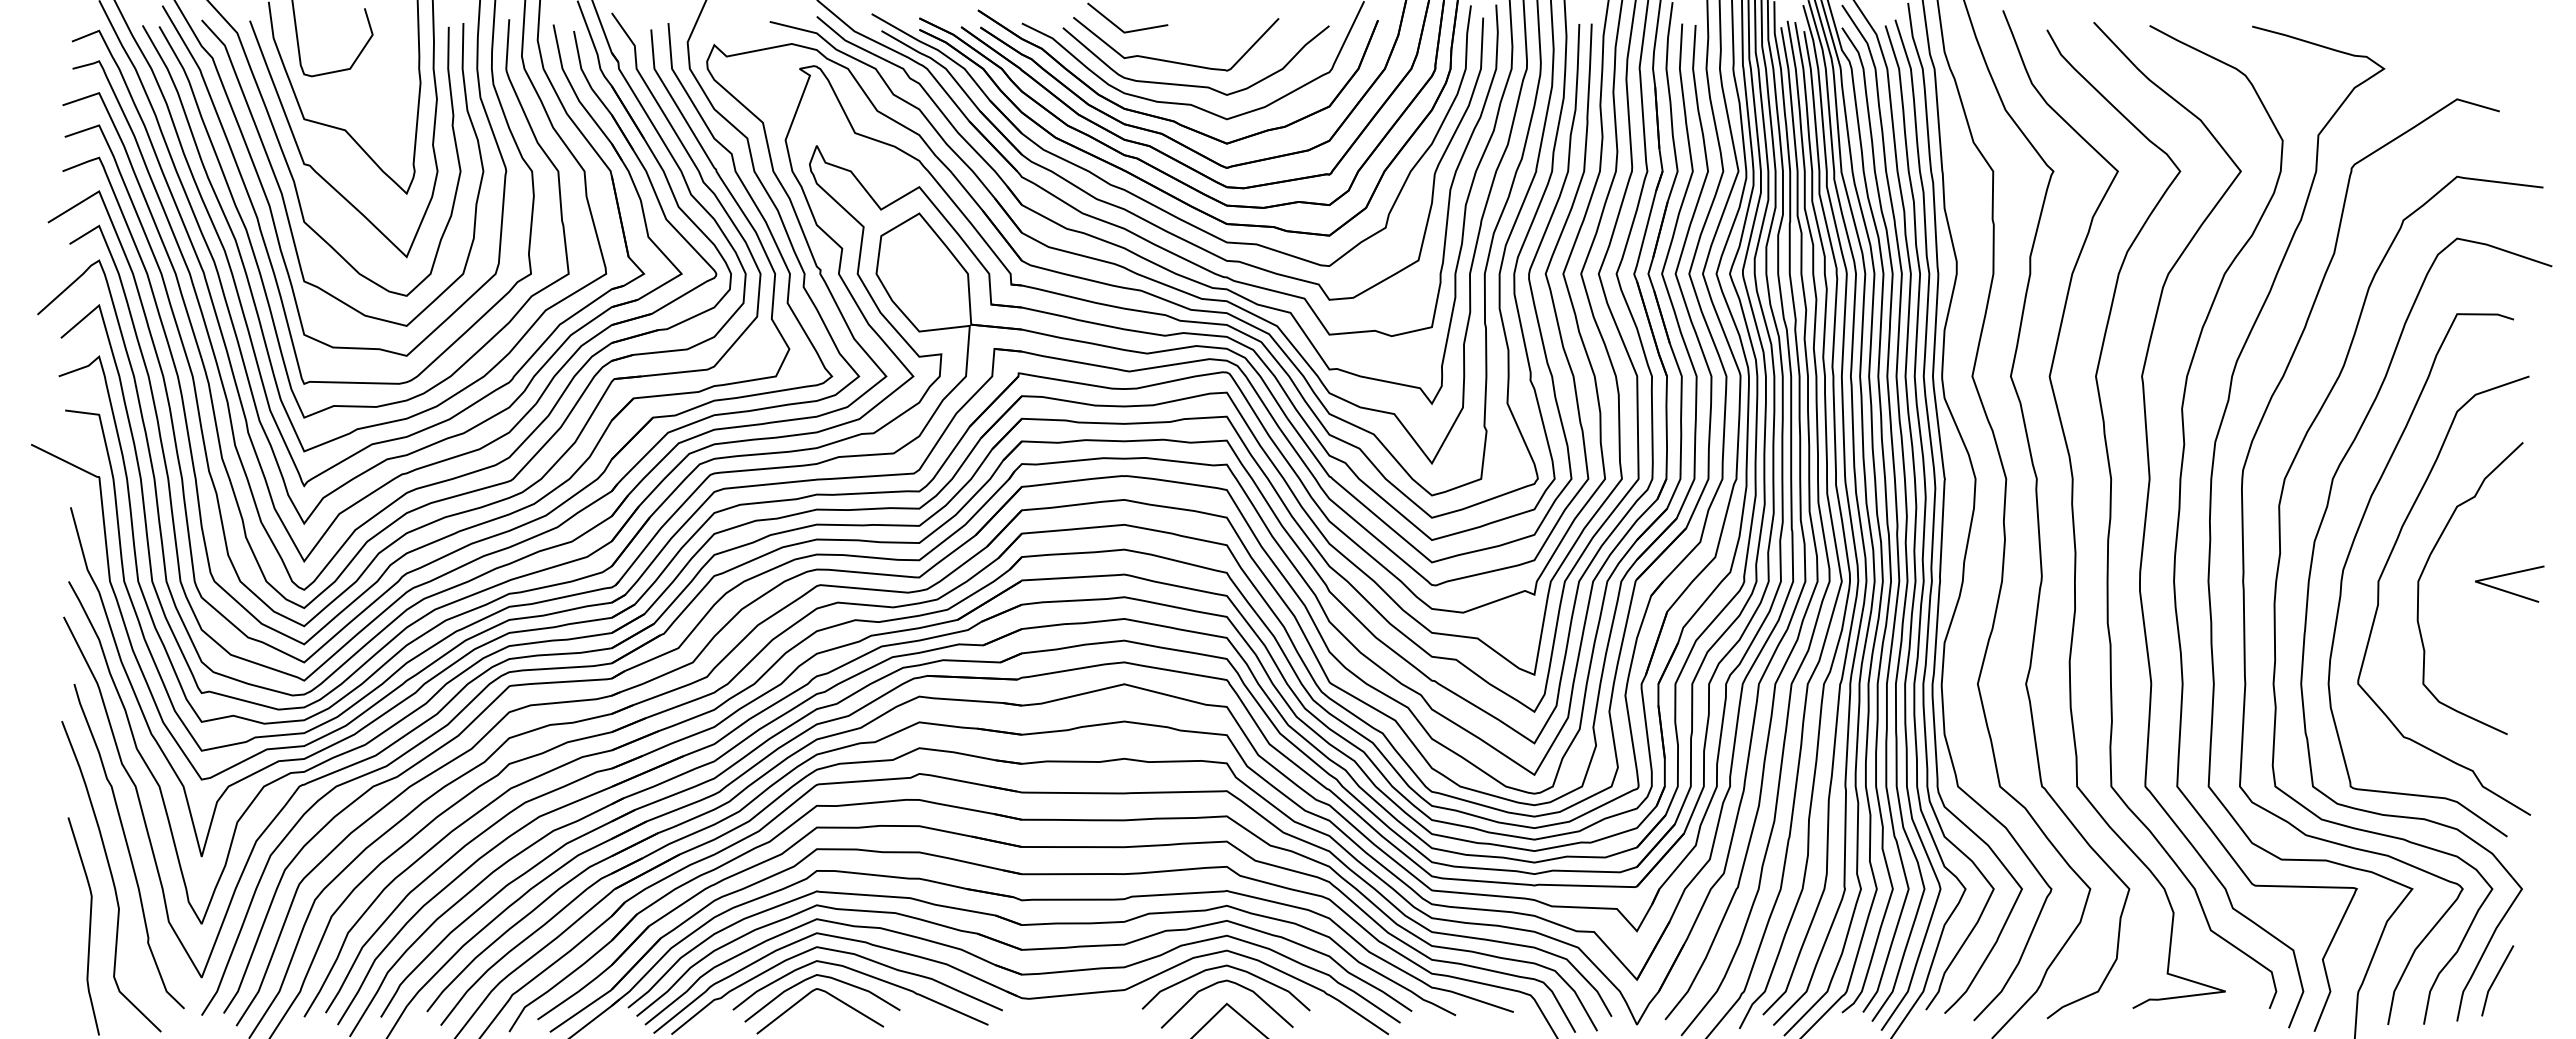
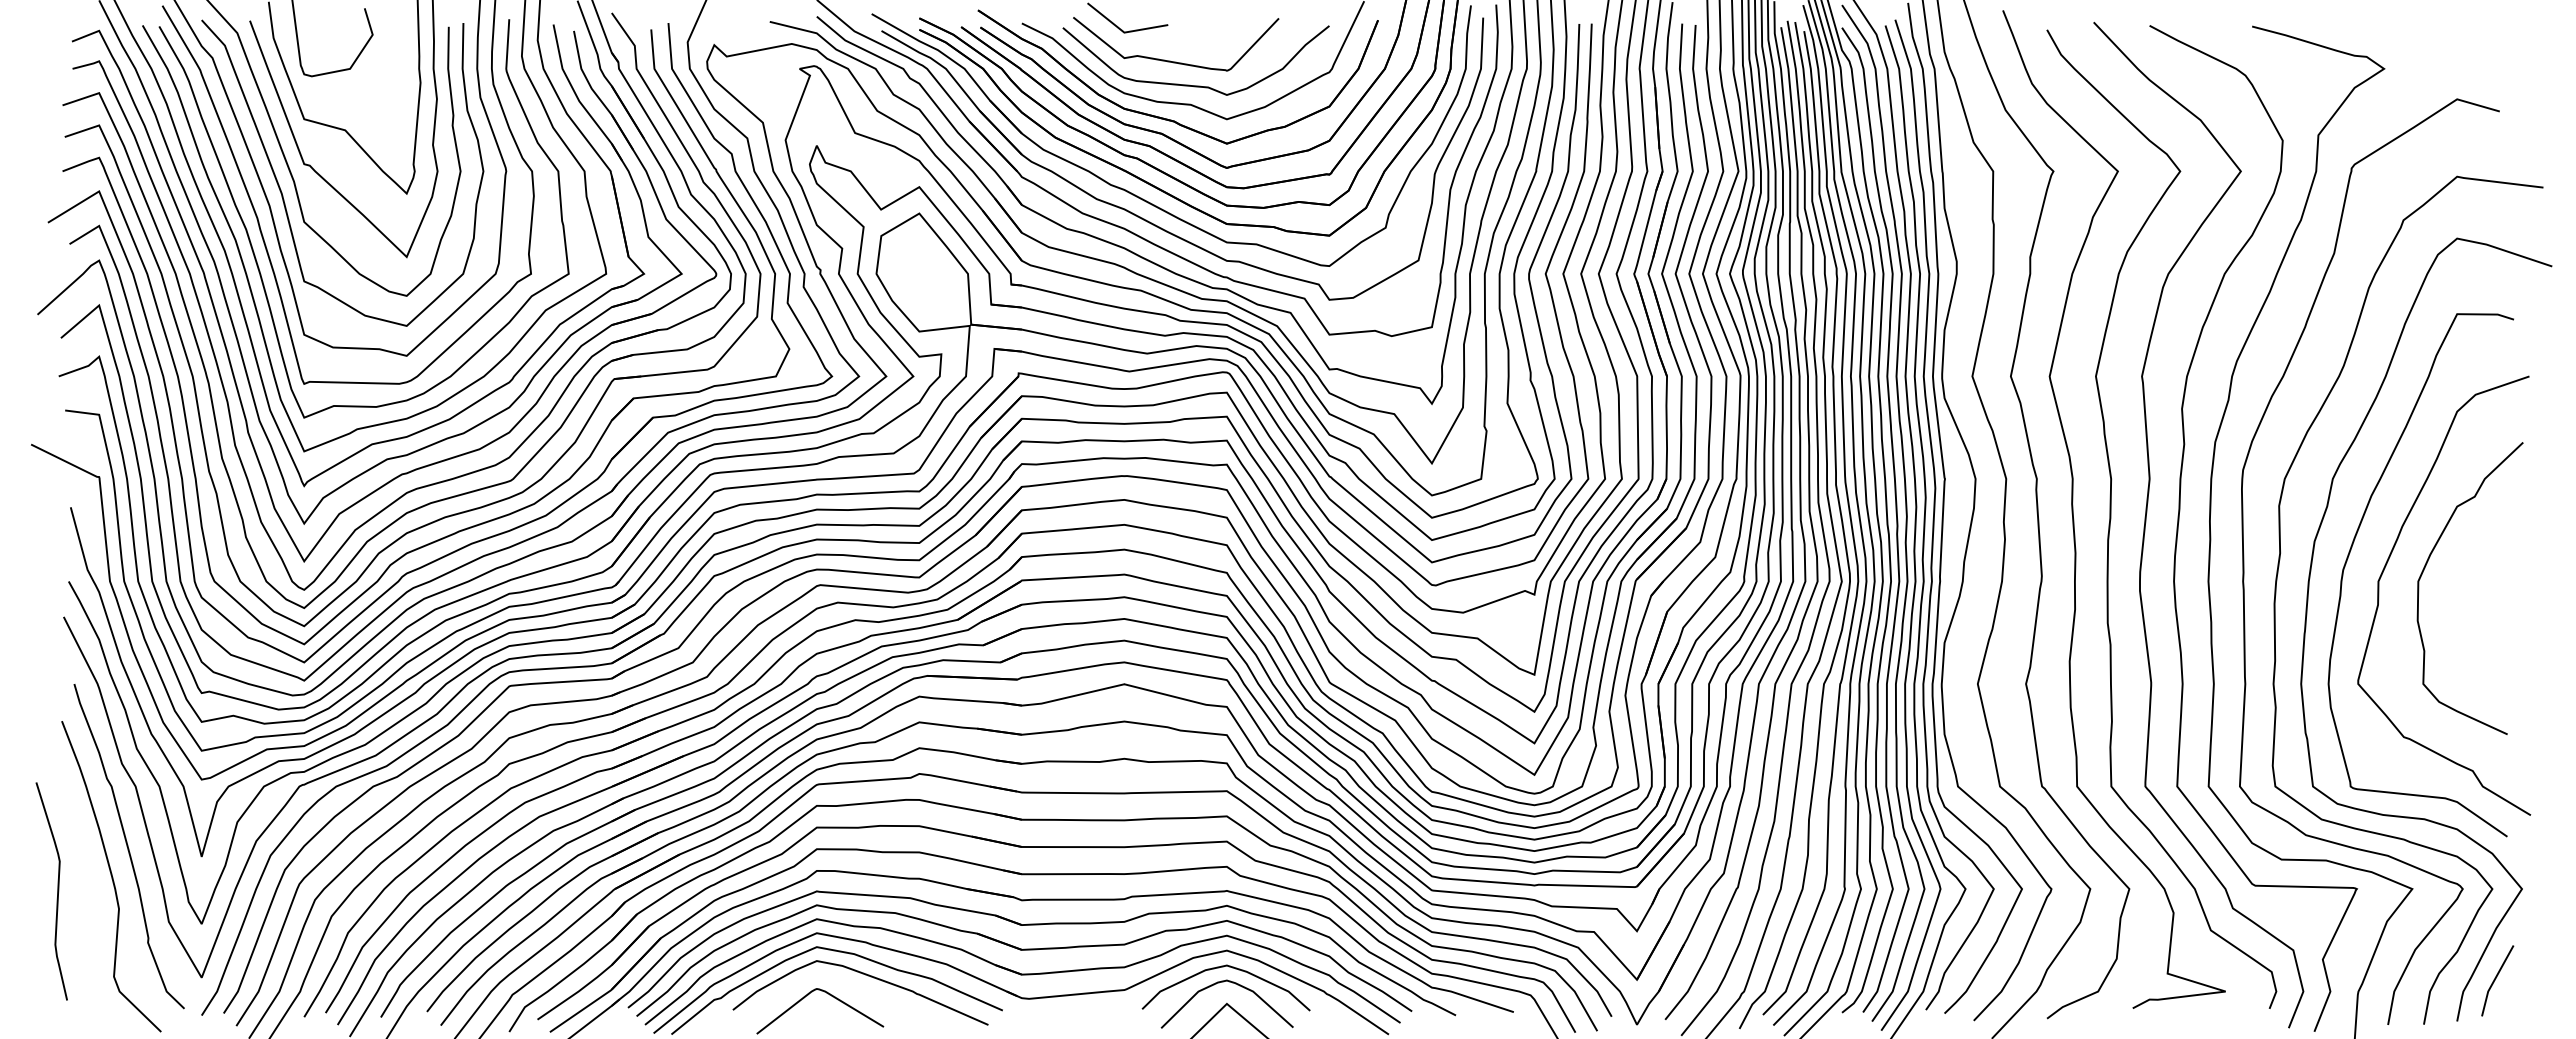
line at (2506, 590): present -> none
curve at (89, 926) position: (89, 926) -> (57, 891)
curve at (828, 978): present -> none
